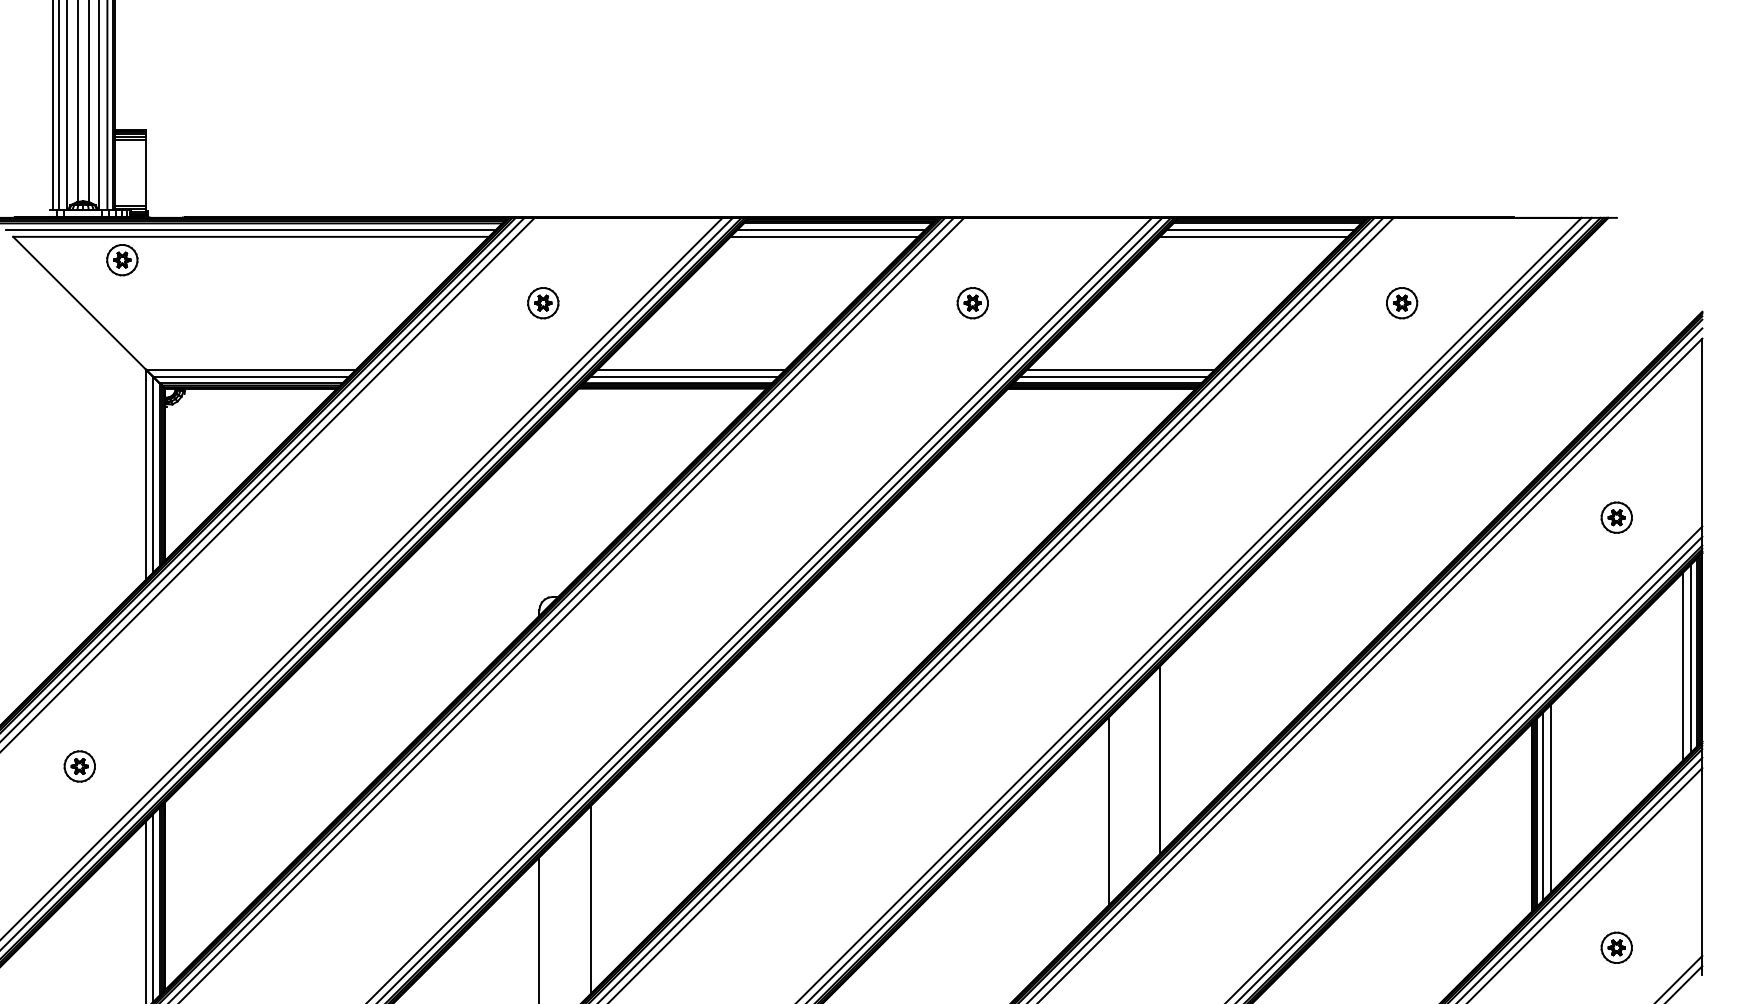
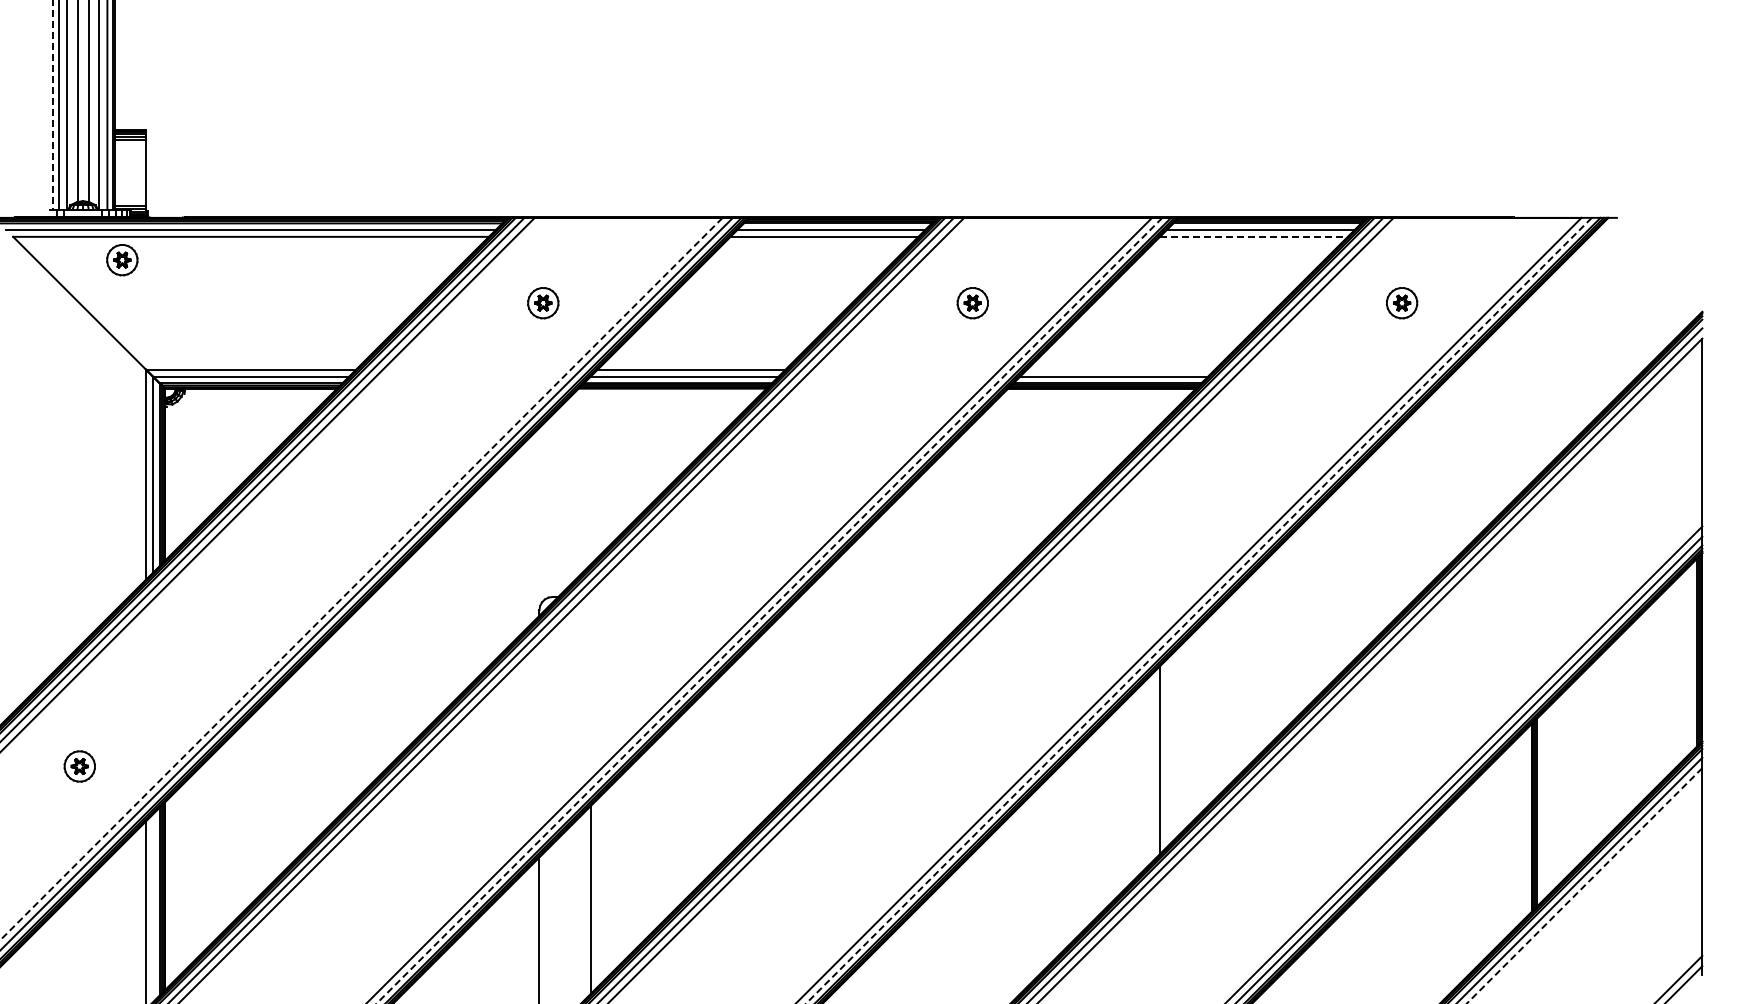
line at (53, 105): solid -> dashed
line at (1253, 236): solid -> dashed
line at (1121, 369): present -> none
part at (1616, 517): present -> none
line at (361, 578): solid -> dashed
line at (769, 610): solid -> dashed
line at (1198, 610): solid -> dashed
line at (1690, 658): present -> none
line at (1683, 666): present -> none
line at (1550, 799): present -> none
line at (1543, 806): present -> none
line at (1108, 811): present -> none
line at (1584, 886): solid -> dashed
line at (153, 907): present -> none
part at (1616, 947): present -> none
